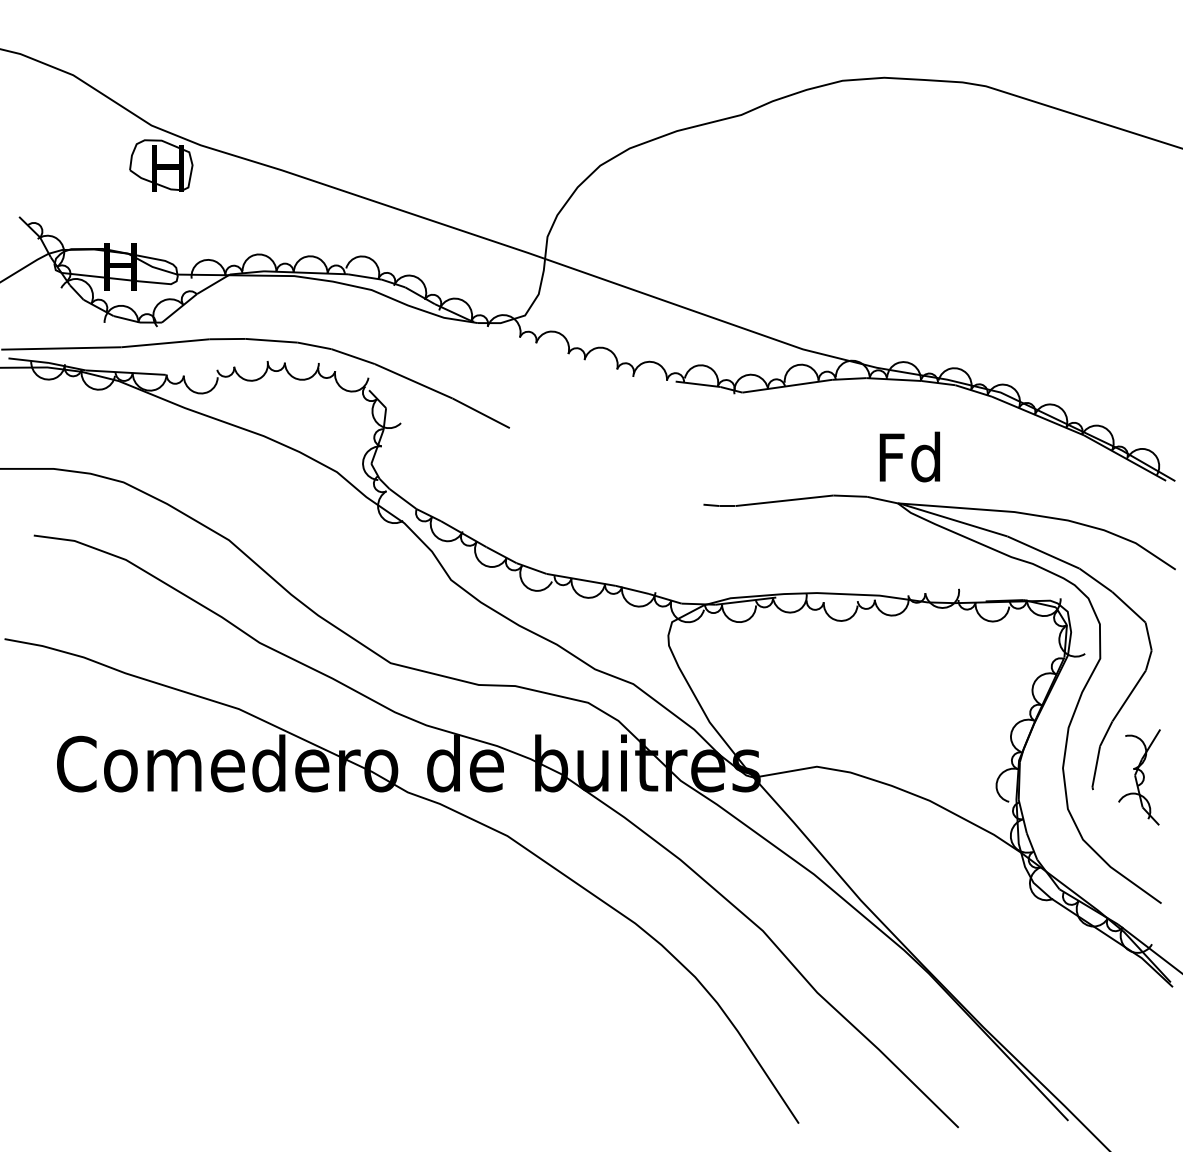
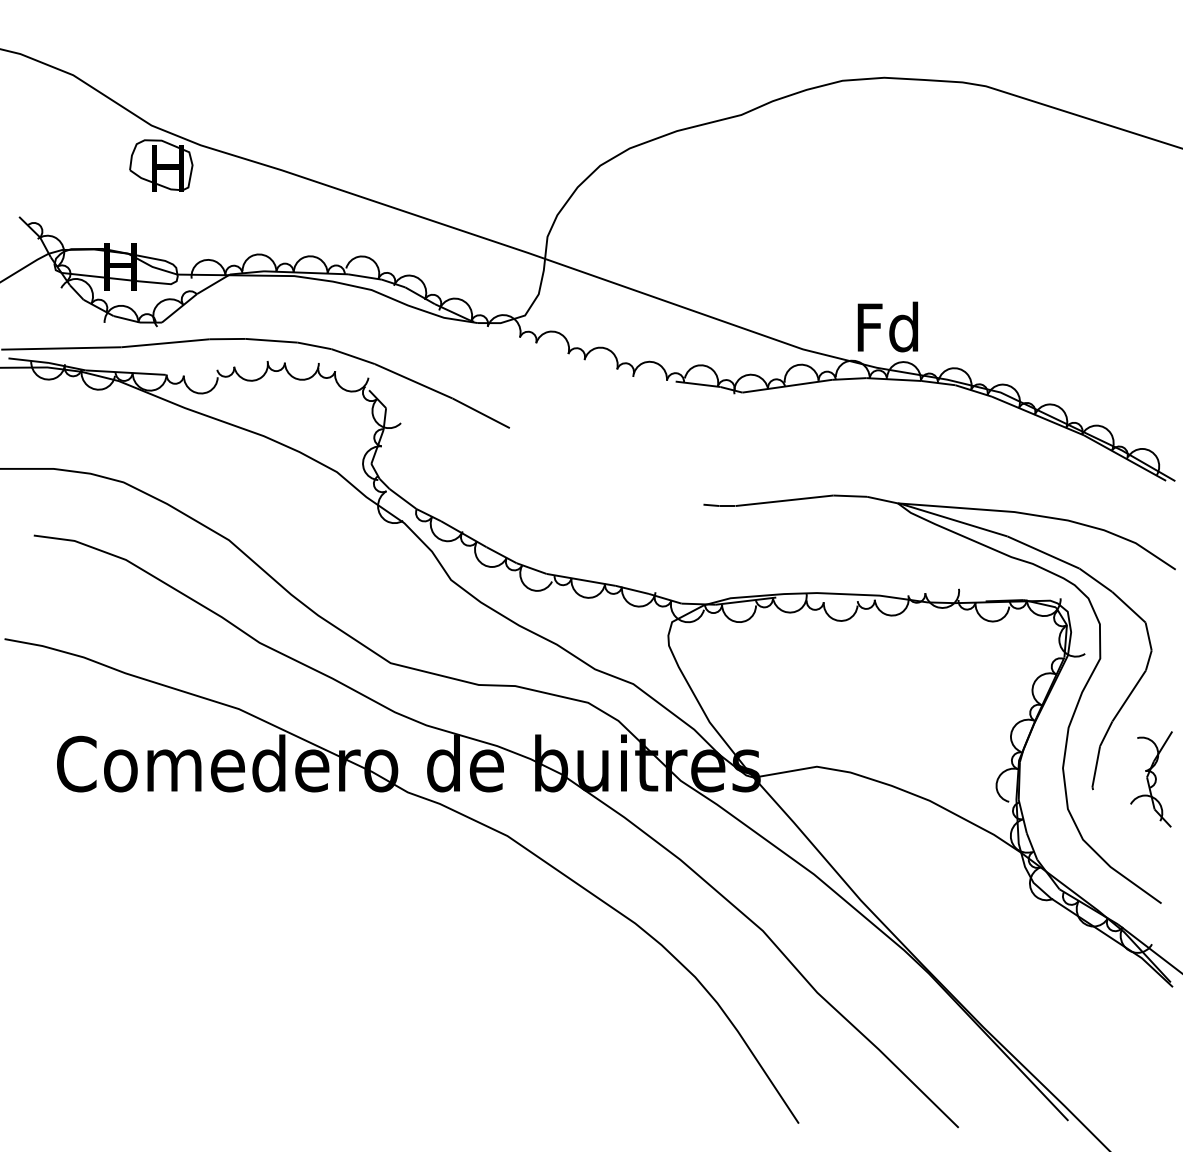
text at (909, 456) position: (909, 456) -> (887, 326)
part at (1139, 777) position: (1139, 777) -> (1151, 779)
